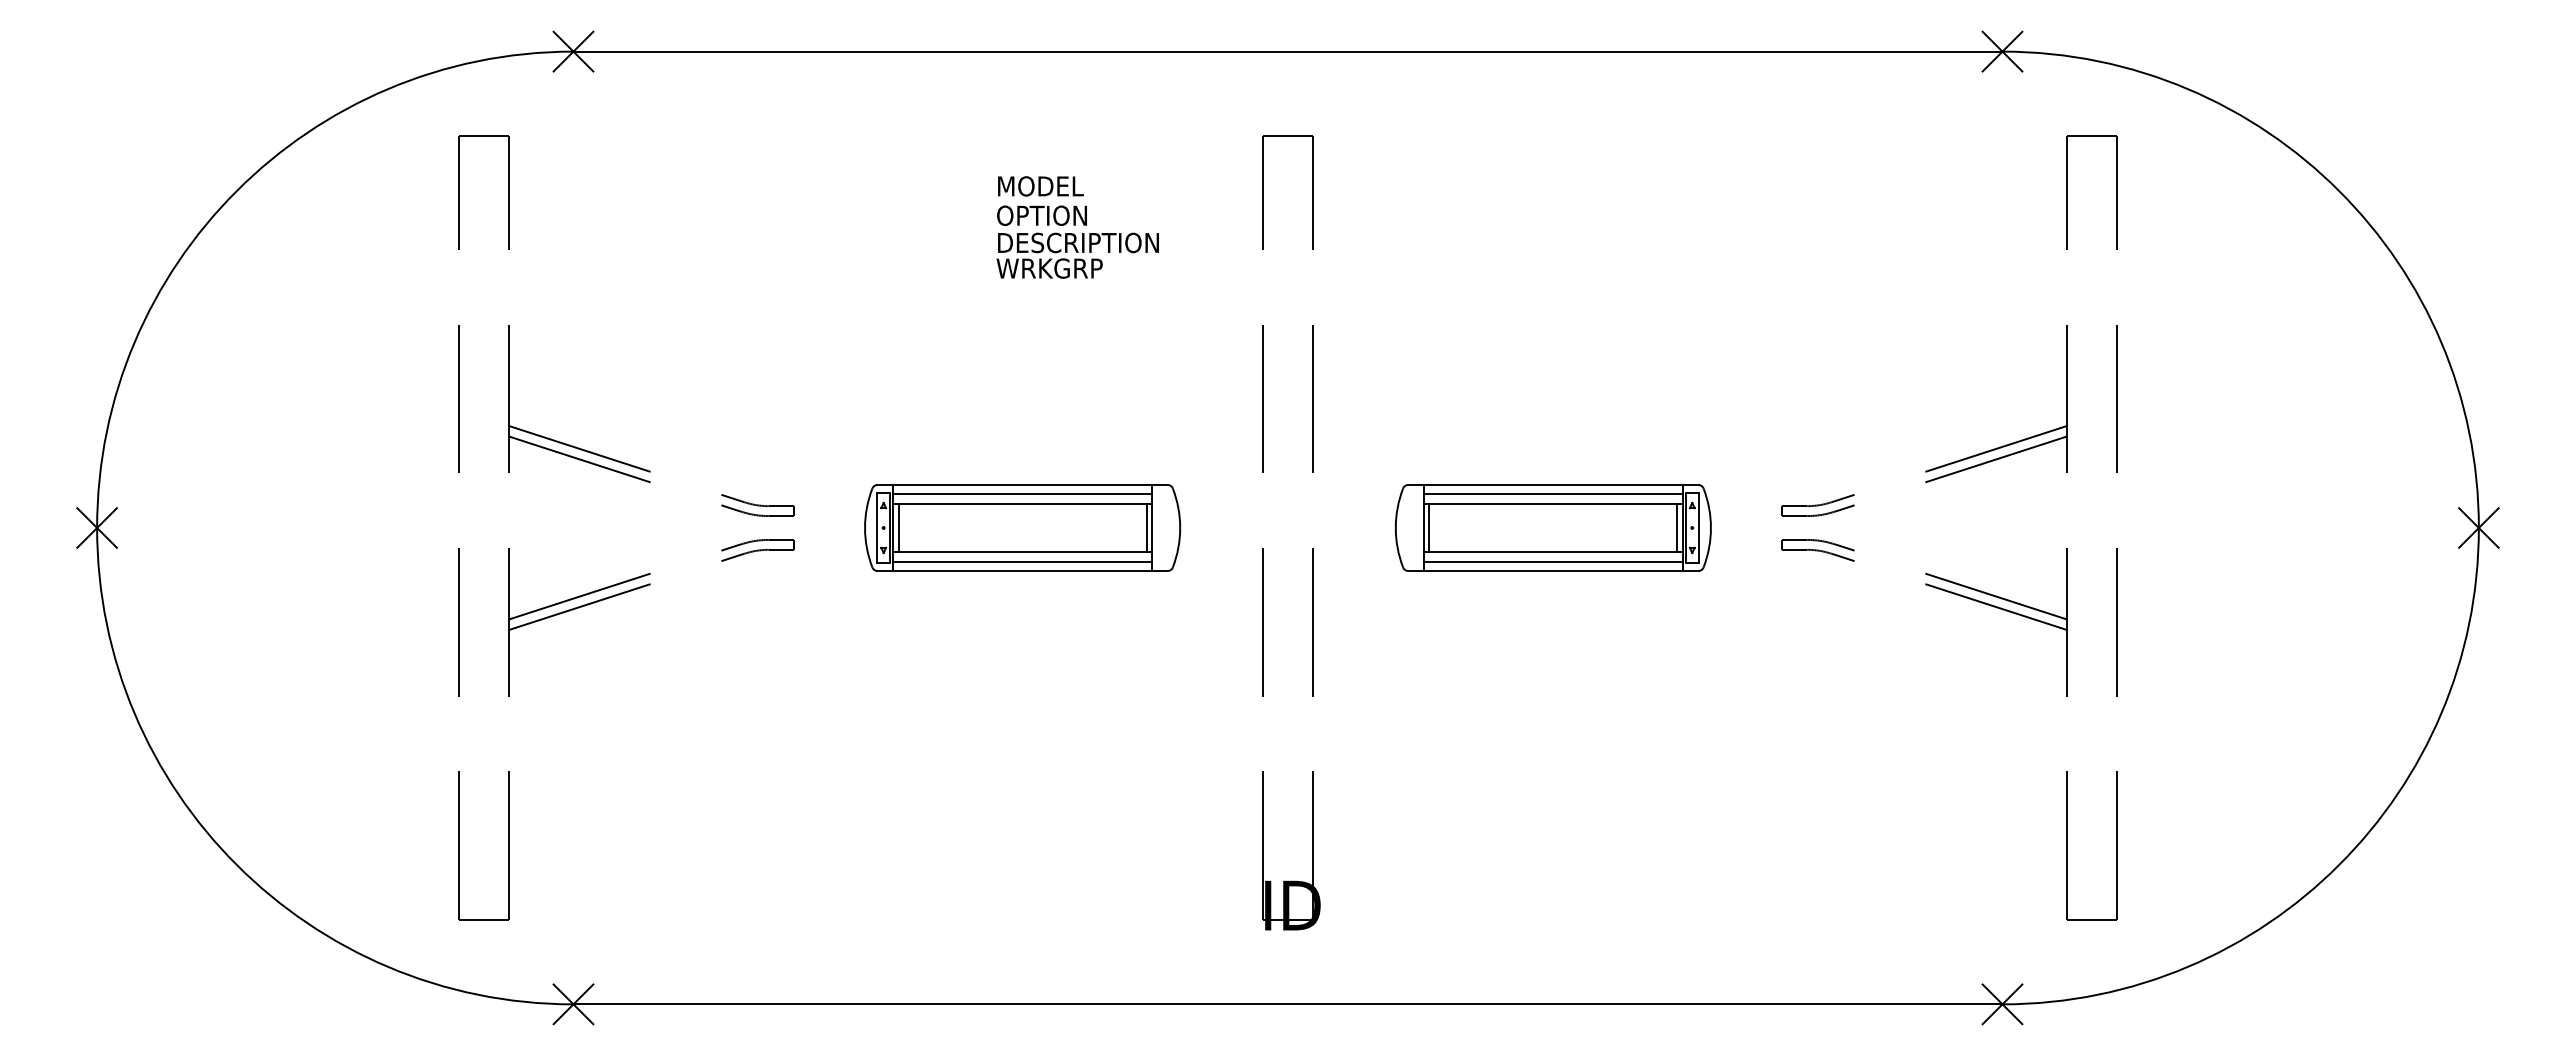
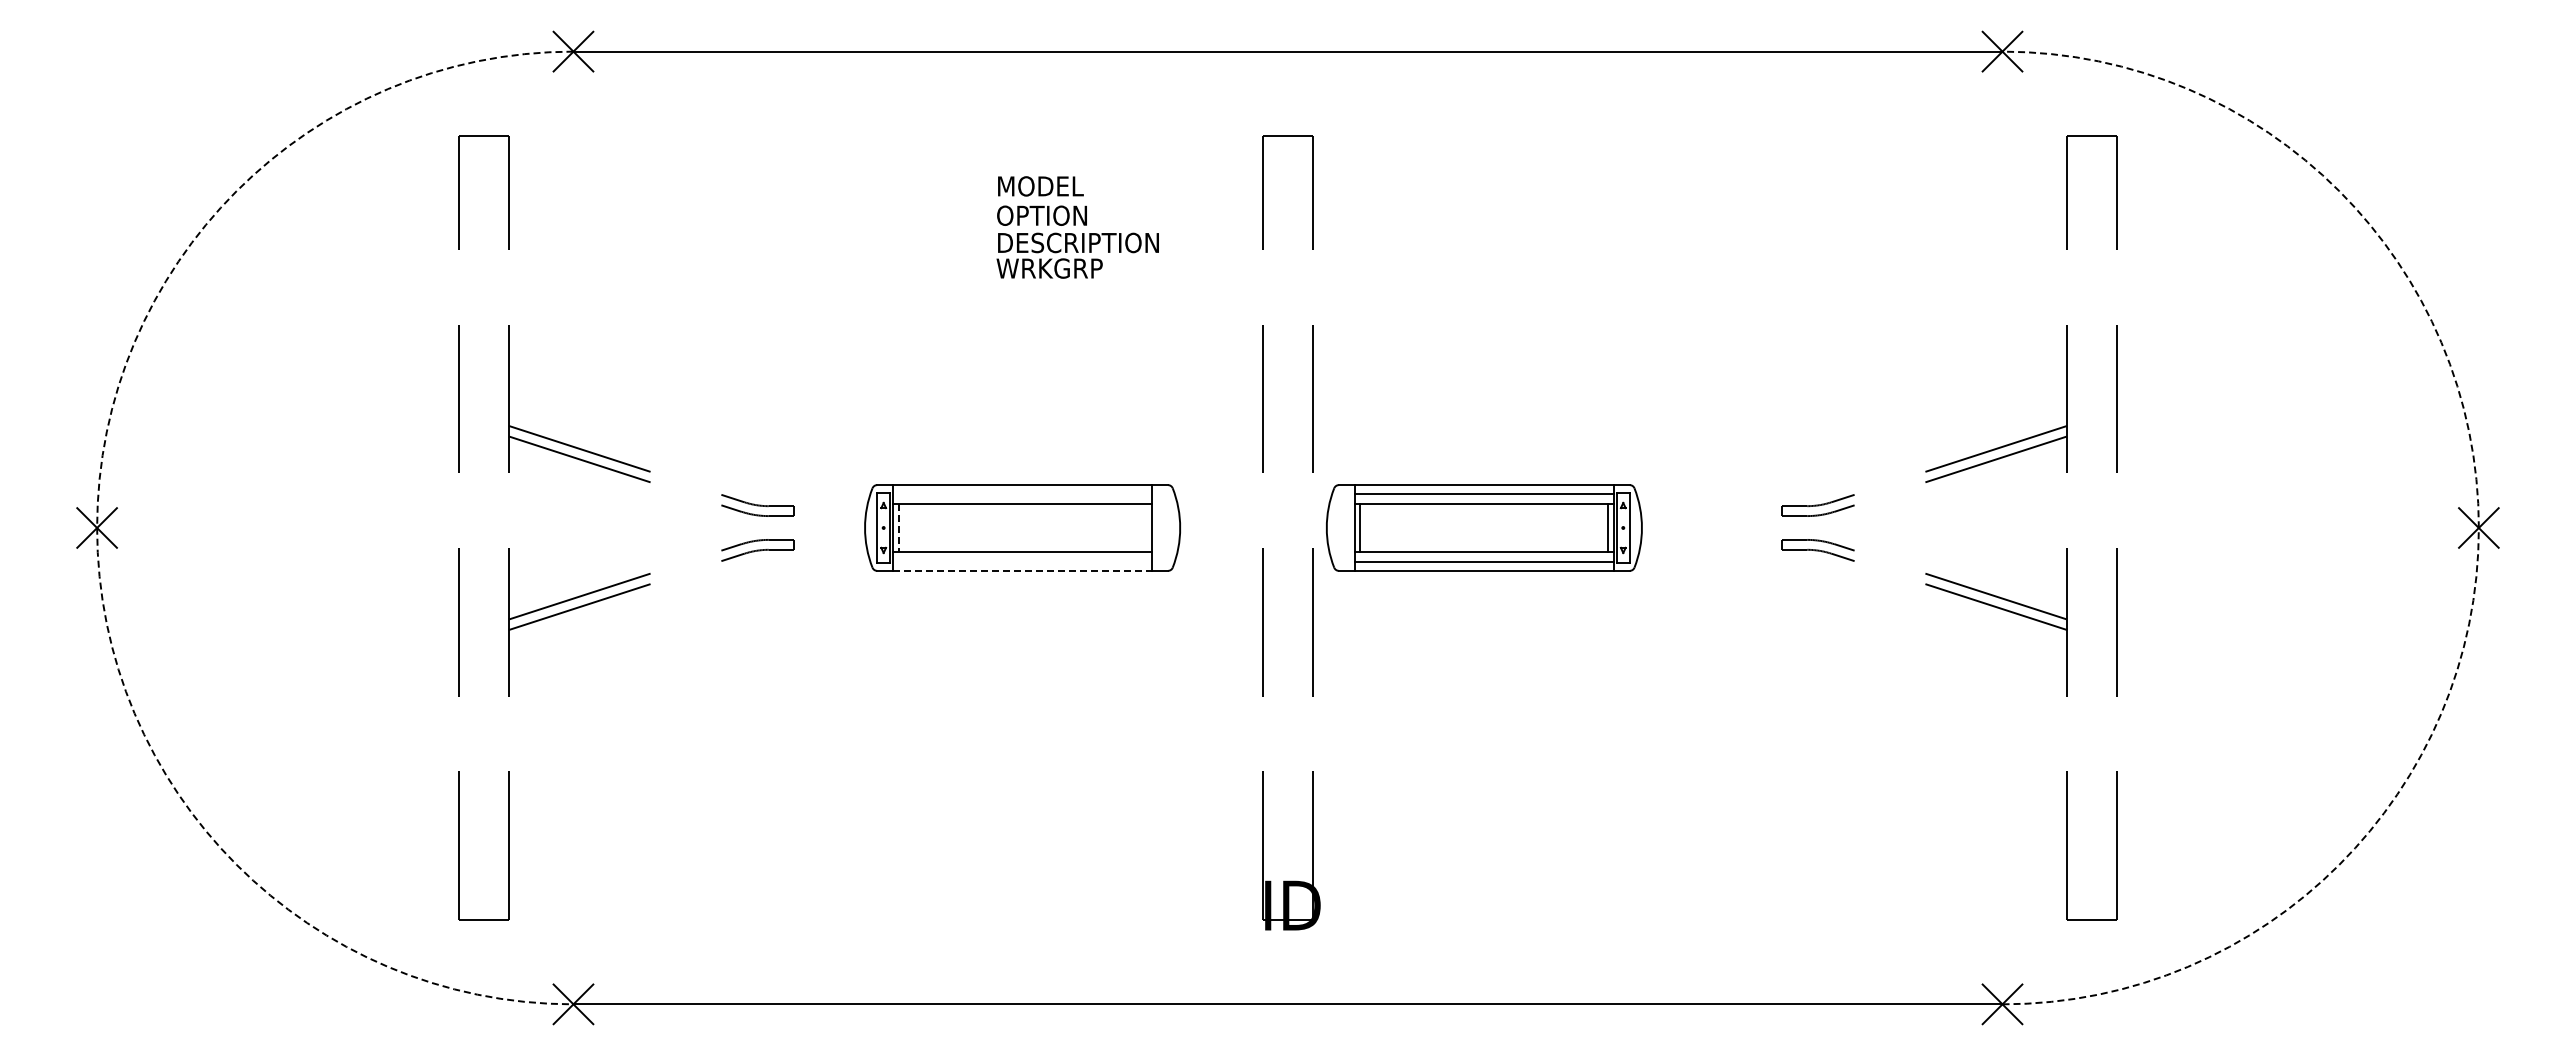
line at (1022, 493): present -> none
line at (1146, 527): present -> none
part at (1553, 527) position: (1553, 527) -> (1484, 527)
arc at (97, 528): solid -> dashed
line at (898, 528): solid -> dashed
arc at (2478, 528): solid -> dashed
line at (1022, 562): present -> none
line at (1023, 570): solid -> dashed
